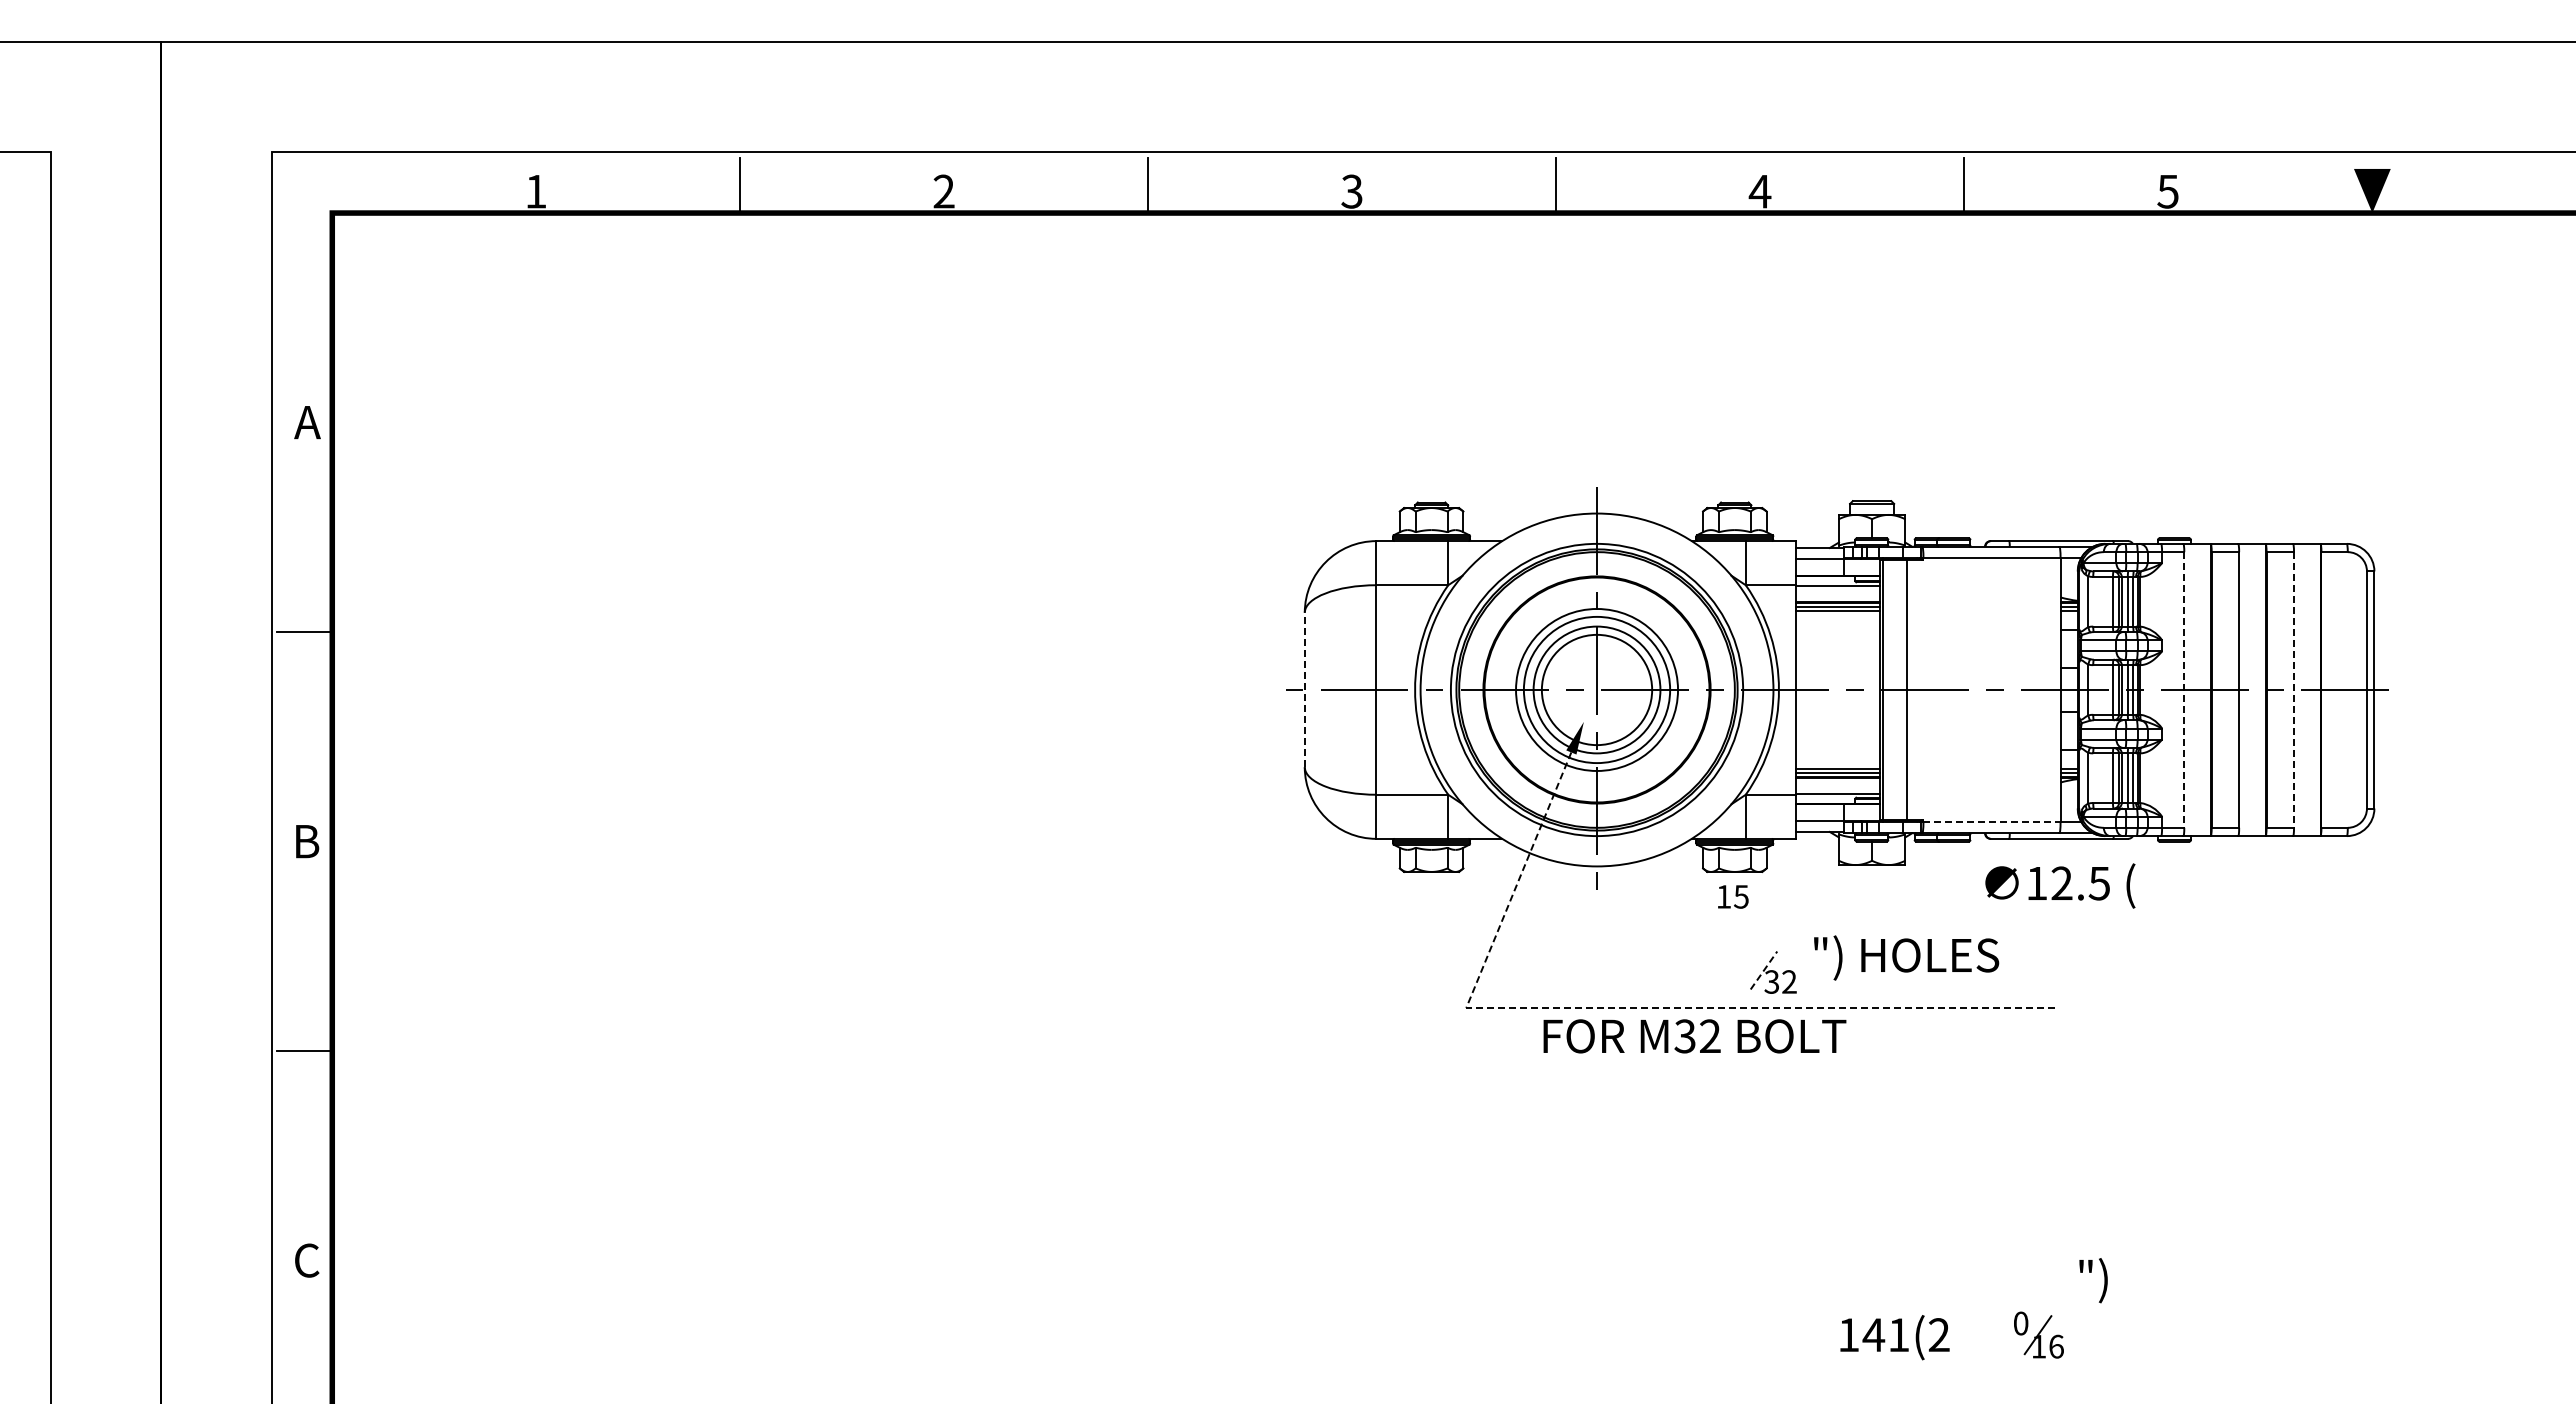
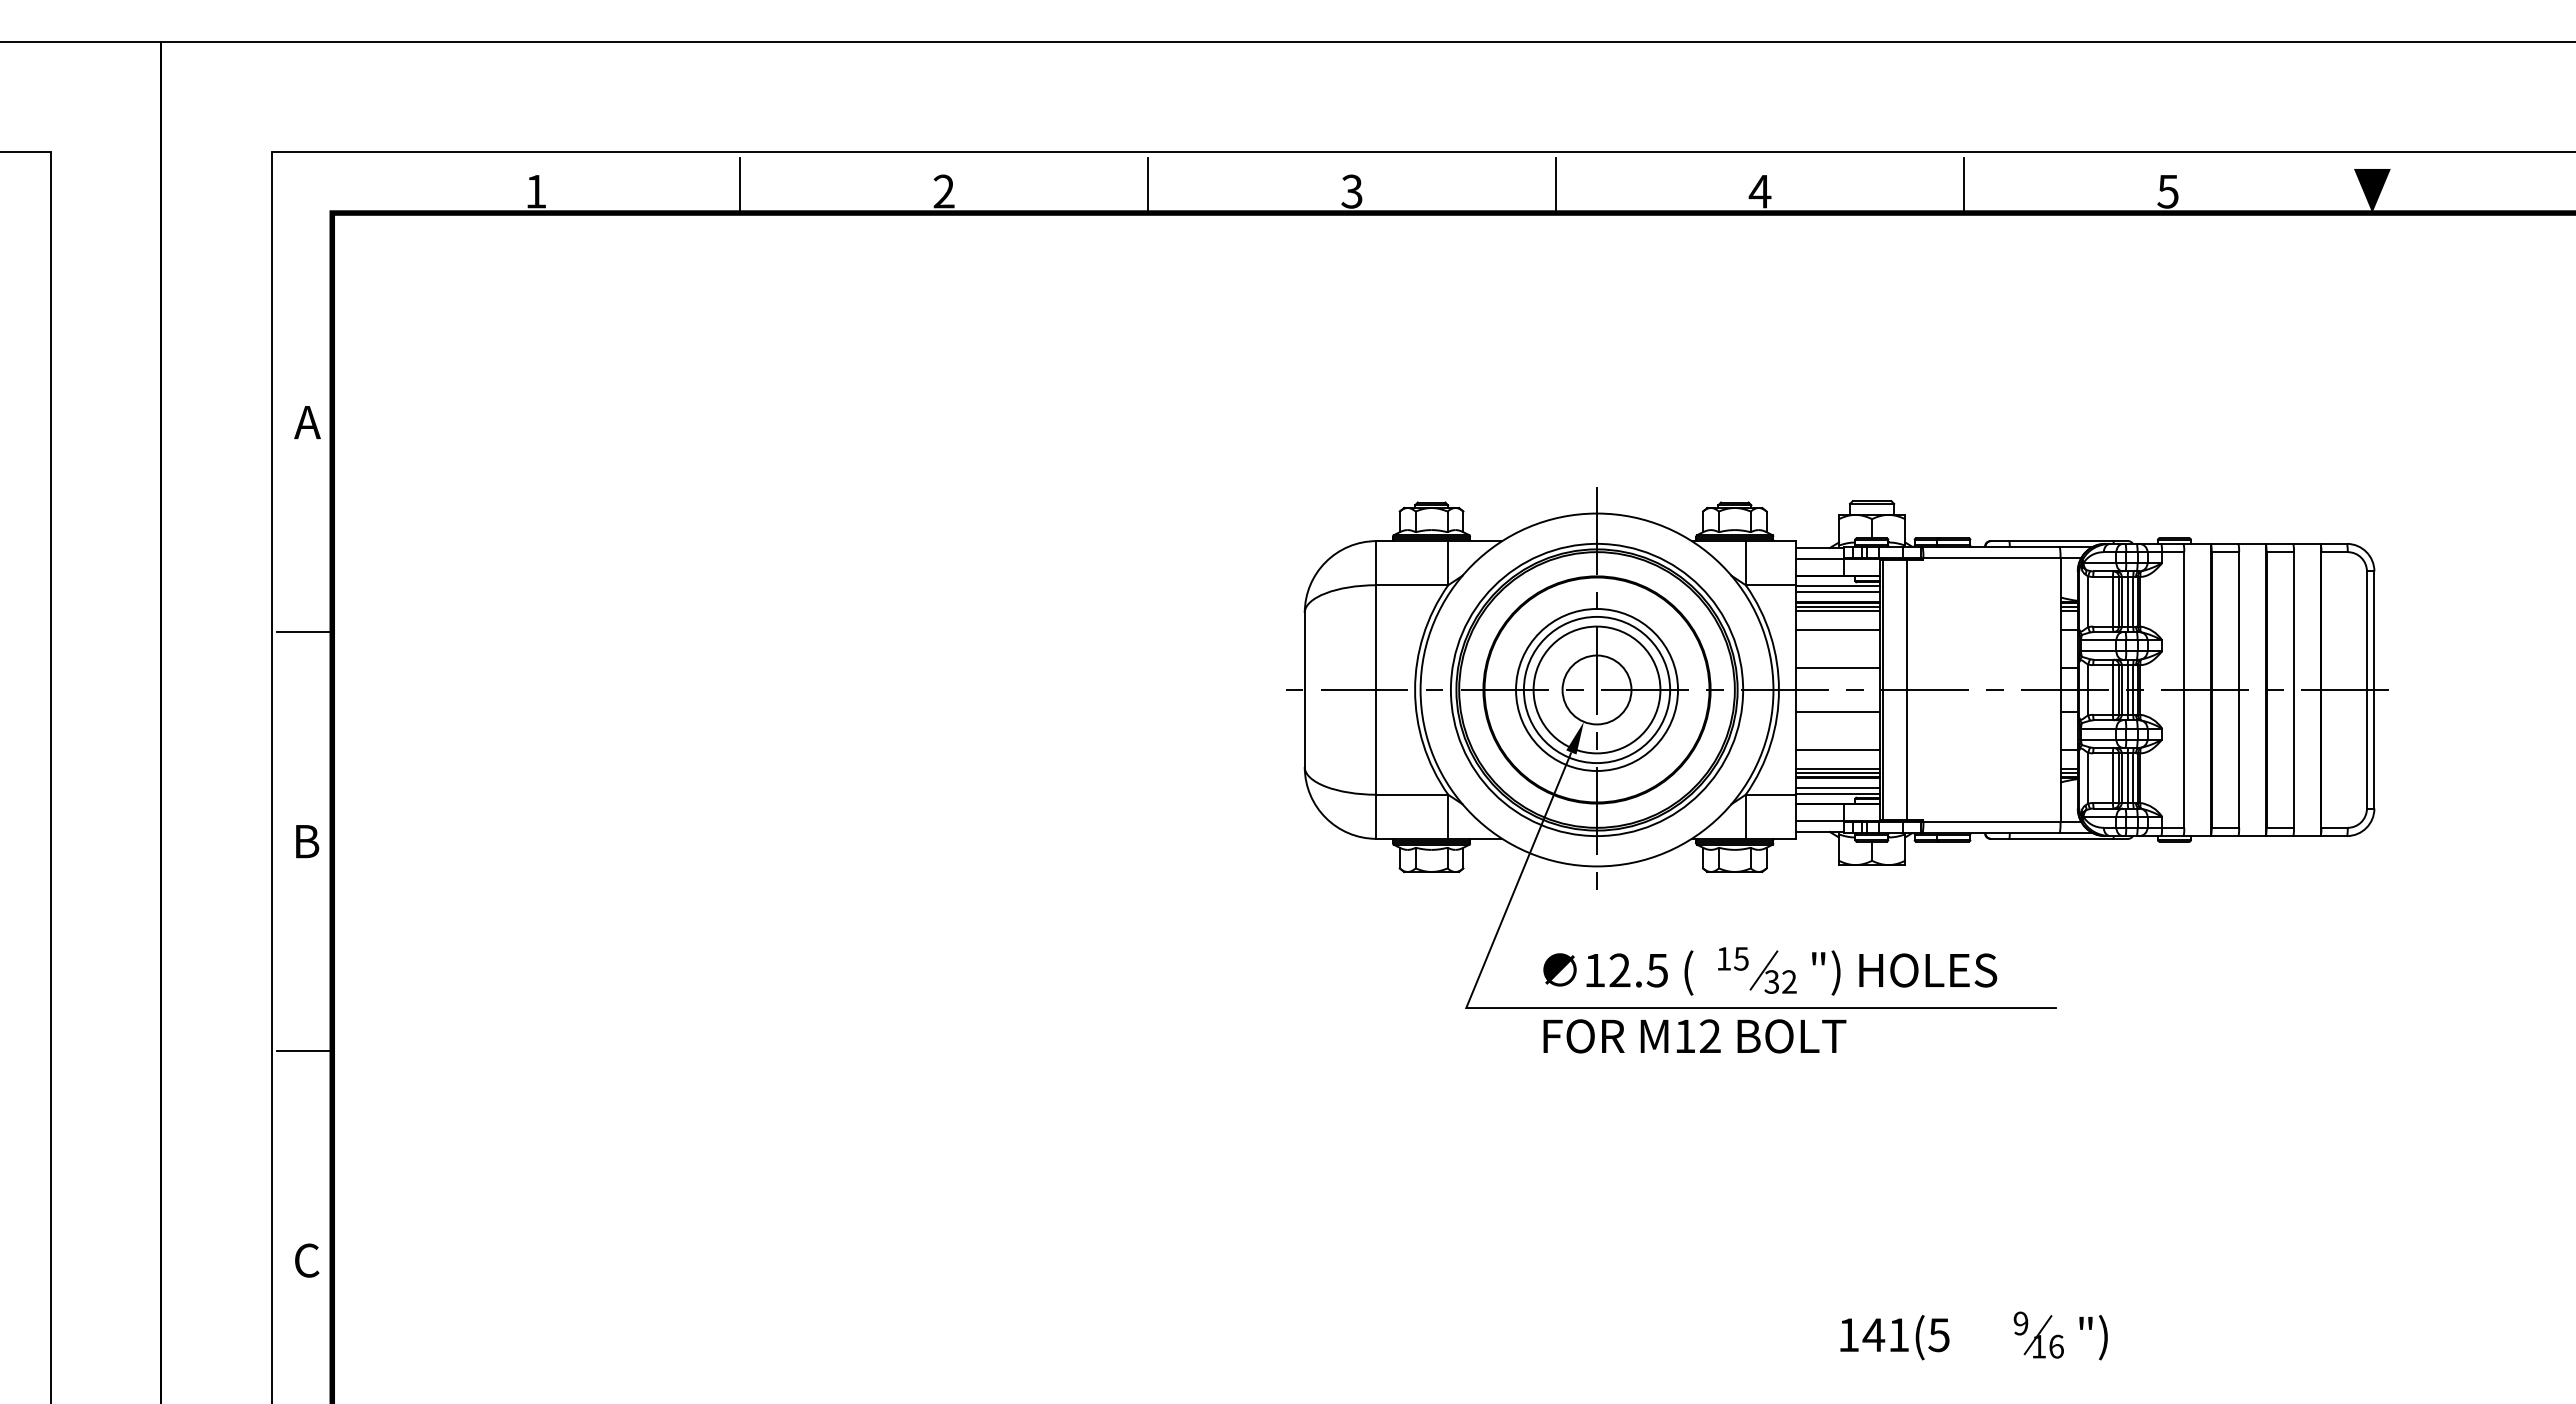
line at (1837, 591): none -> present
line at (1837, 629): none -> present
line at (1837, 667): none -> present
line at (1304, 689): dashed -> solid
circle at (1596, 689) diameter: 110 px -> 69 px
line at (2184, 689): dashed -> solid
line at (2294, 689): dashed -> solid
line at (1837, 712): none -> present
line at (1837, 750): none -> present
line at (1837, 788): none -> present
line at (1992, 822): dashed -> solid
text at (2060, 885) position: (2060, 885) -> (1618, 972)
text at (1733, 896) position: (1733, 896) -> (1733, 958)
text at (1906, 957) position: (1906, 957) -> (1904, 972)
line at (1764, 970): dashed -> solid
line at (1623, 1008): dashed -> solid
text at (1684, 1036): M32 -> M12
text at (2093, 1280) position: (2093, 1280) -> (2093, 1337)
text at (2020, 1323): 0 -> 9
text at (1938, 1335): 141(2 -> 141(5
